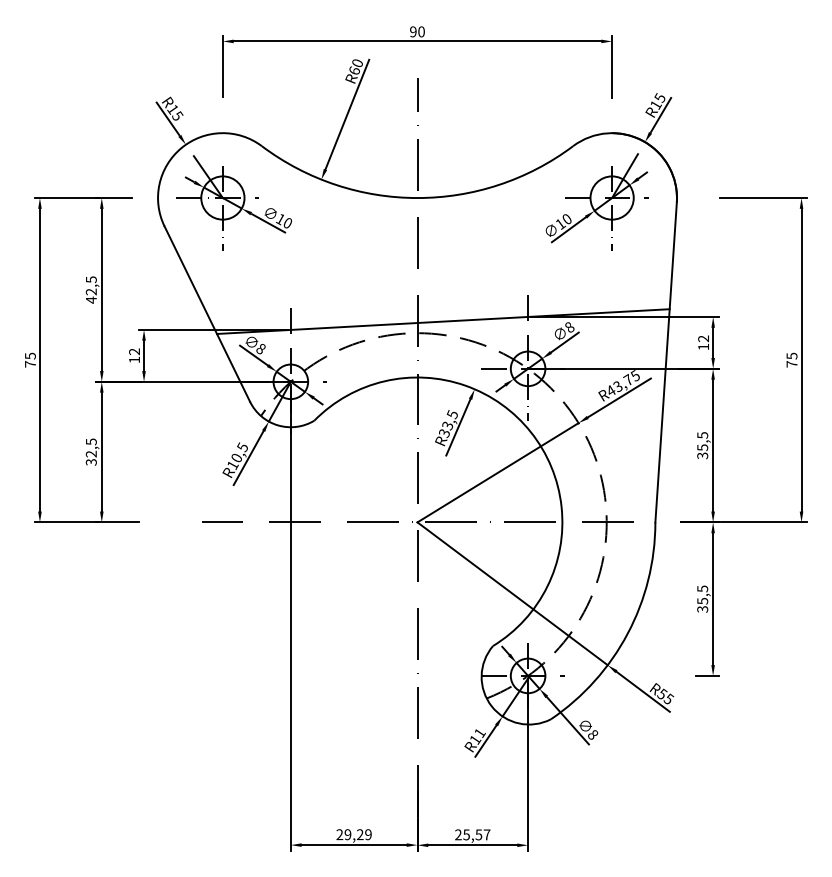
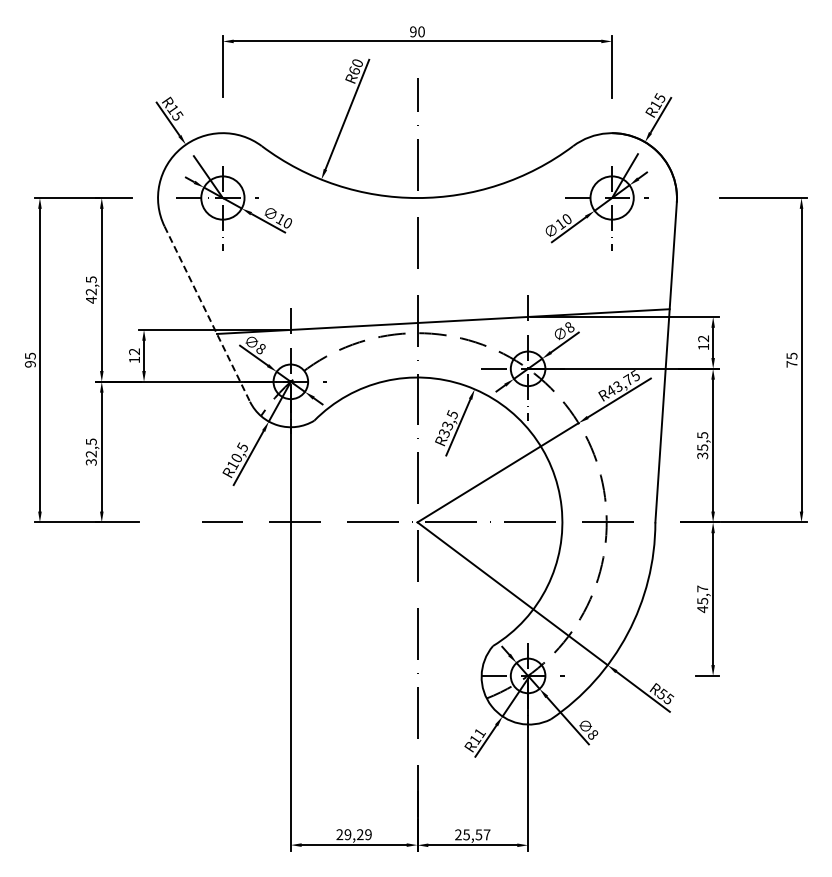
line at (207, 314): solid -> dashed
text at (29, 364): 75 -> 95
text at (702, 599): 35,5 -> 45,7
